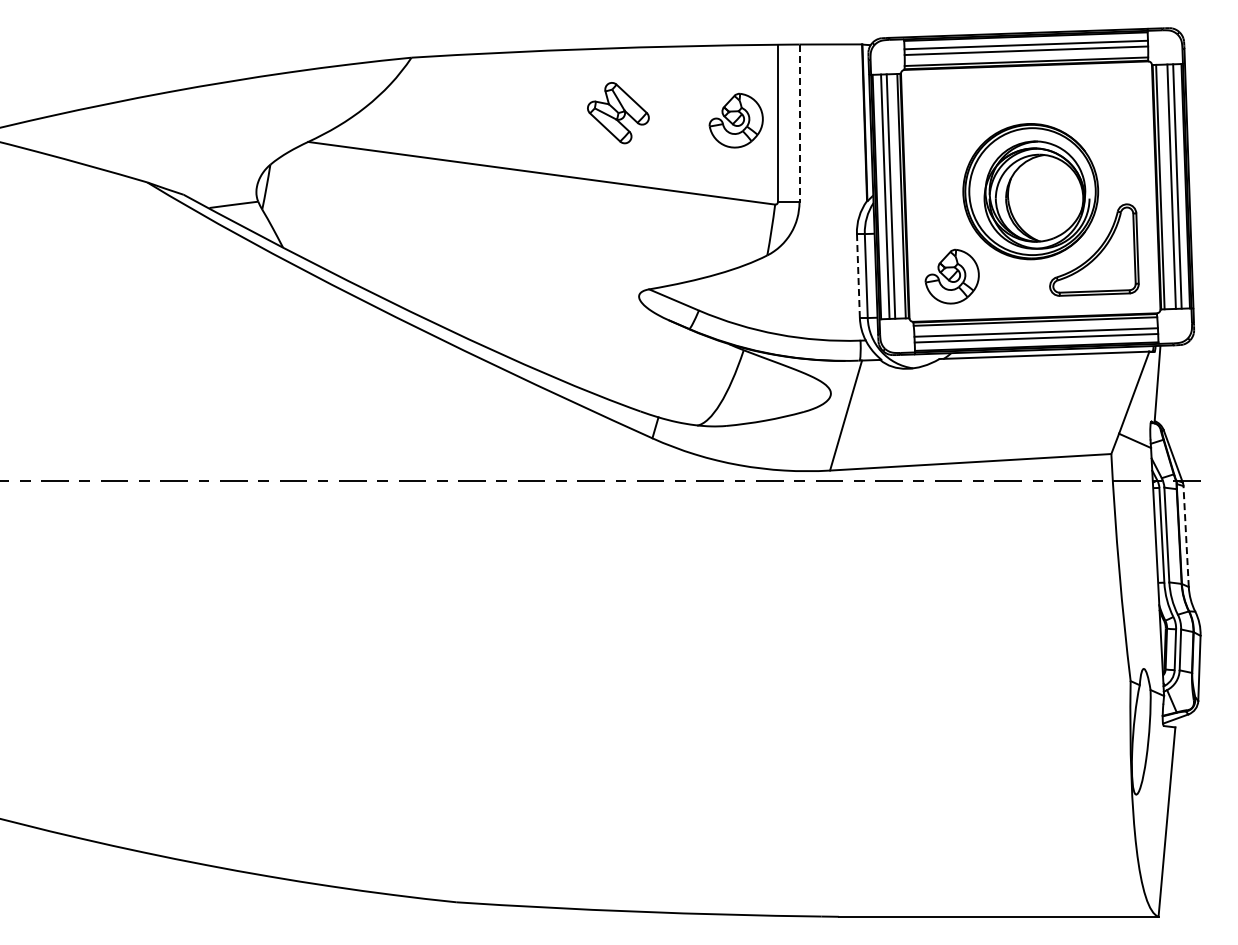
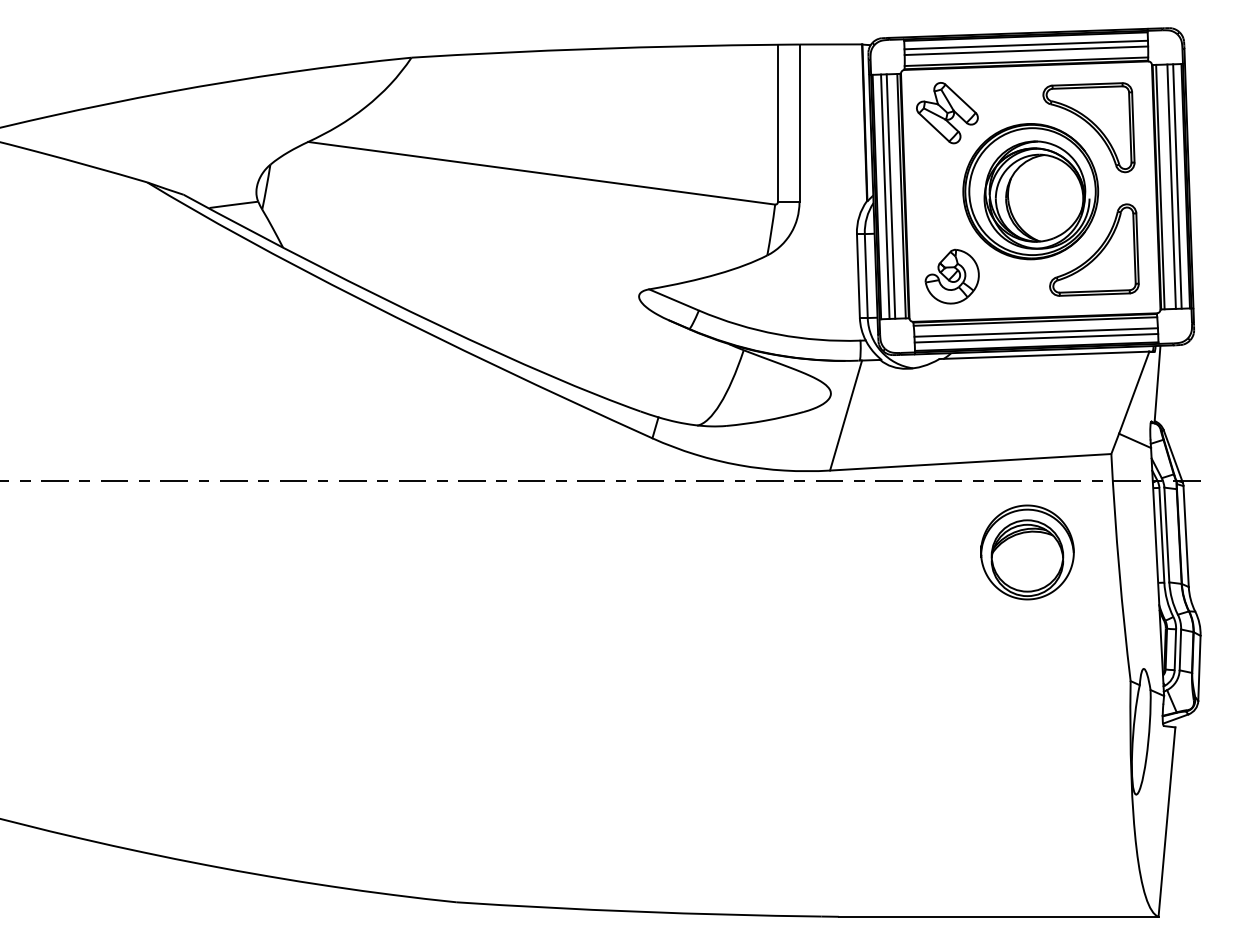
part at (618, 113) position: (618, 113) -> (947, 113)
part at (735, 120): present -> none
line at (799, 123): dashed -> solid
part at (1088, 127): none -> present
line at (858, 276): dashed -> solid
line at (1186, 536): dashed -> solid
part at (1027, 552): none -> present
